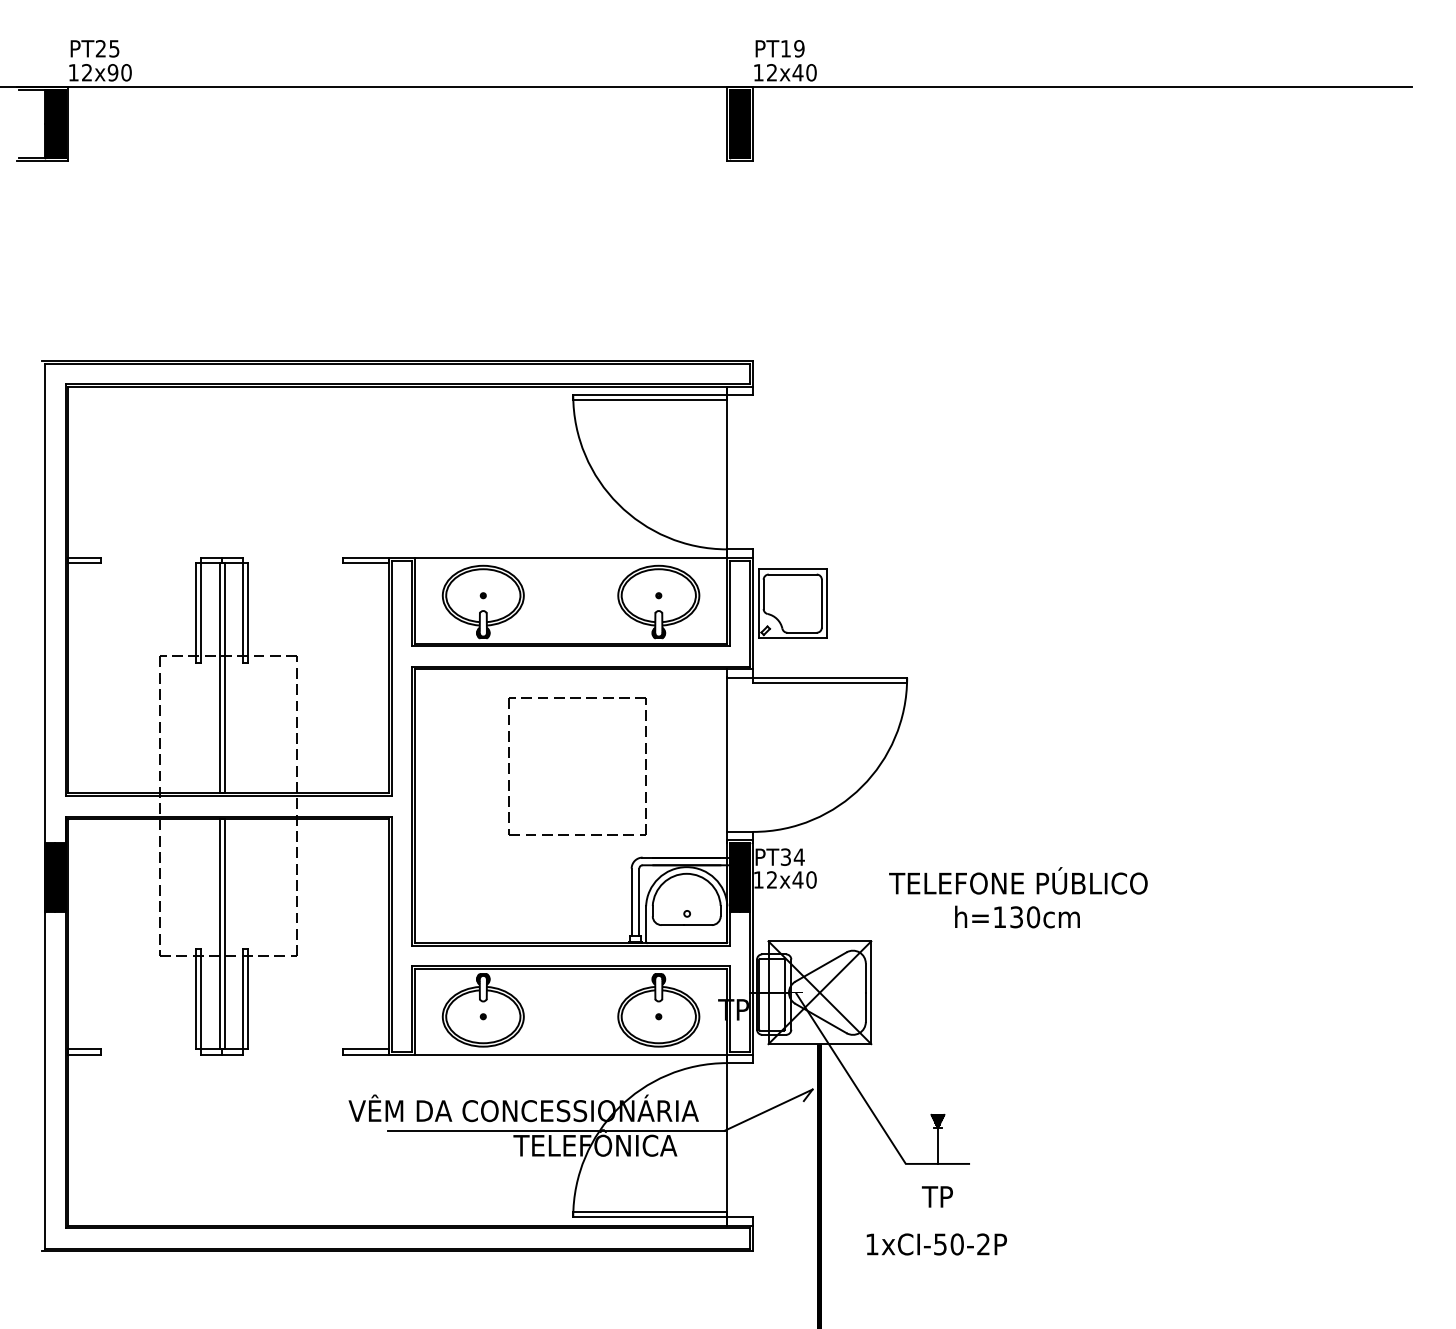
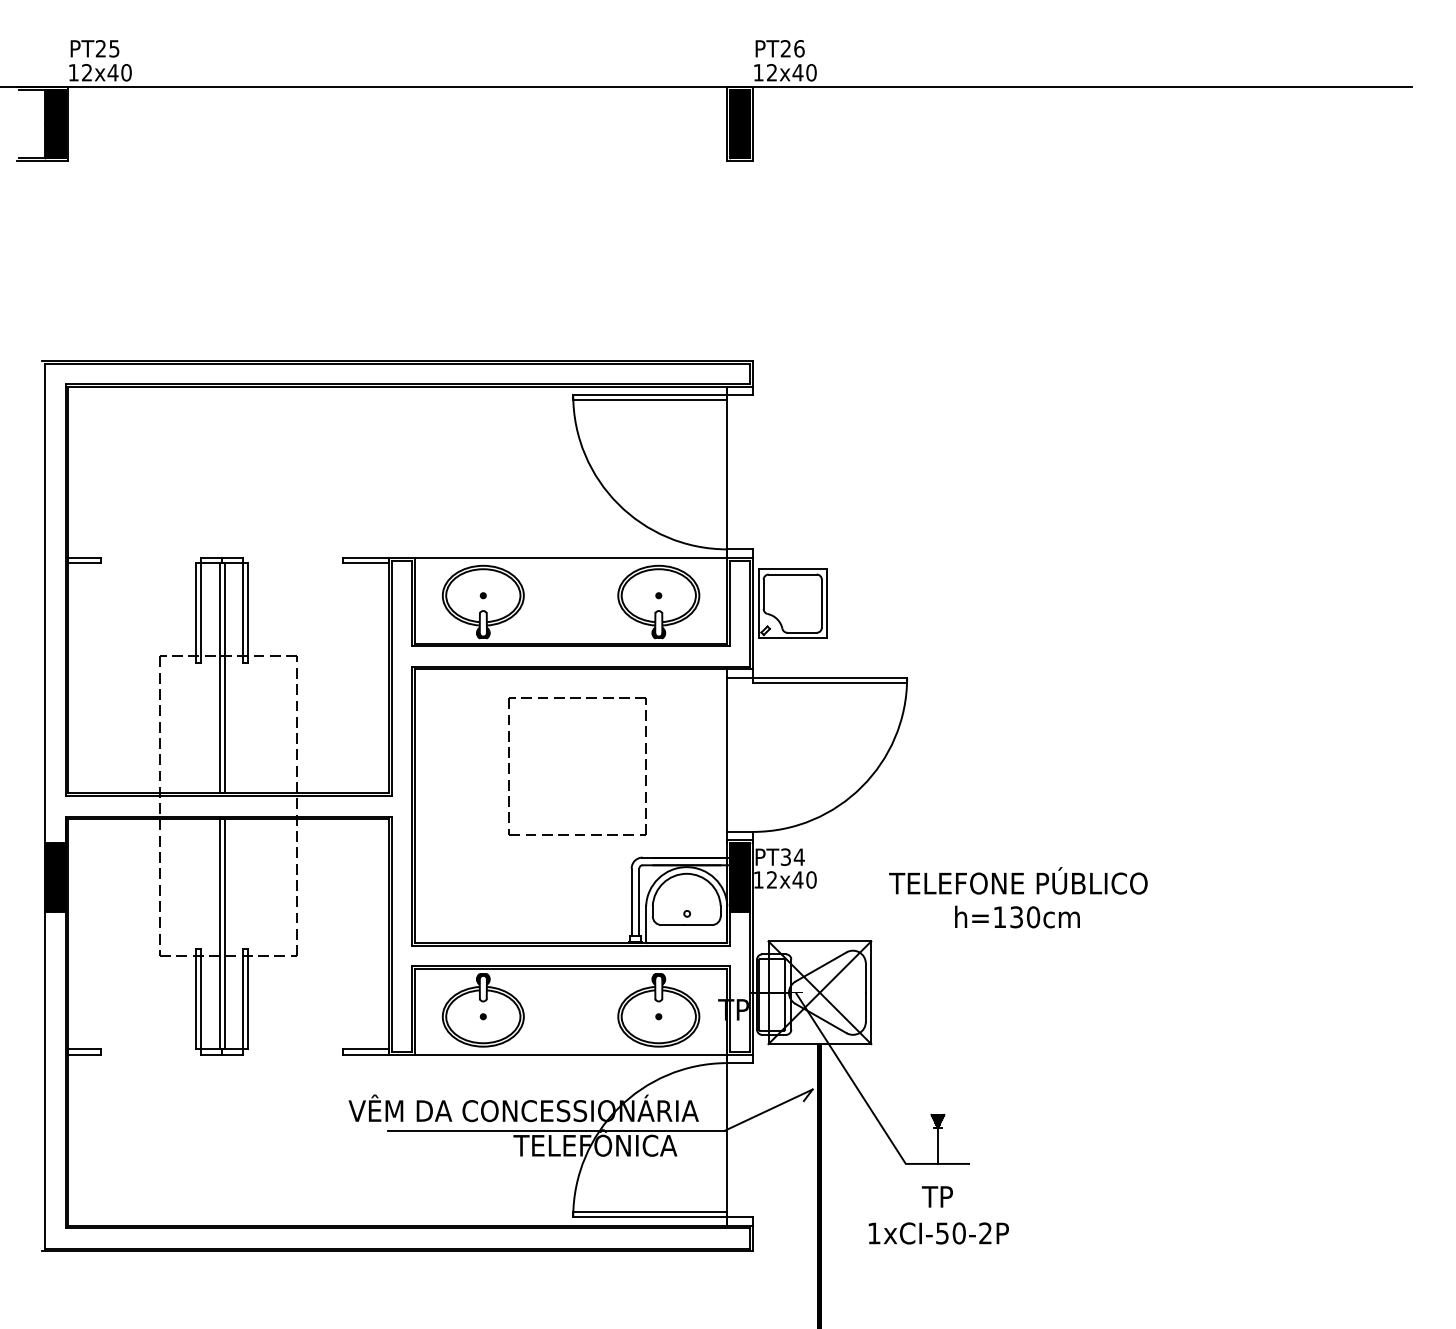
text at (792, 48): PT19 -> PT26
text at (112, 72): 12x90 -> 12x40
text at (936, 1244) position: (936, 1244) -> (938, 1233)
